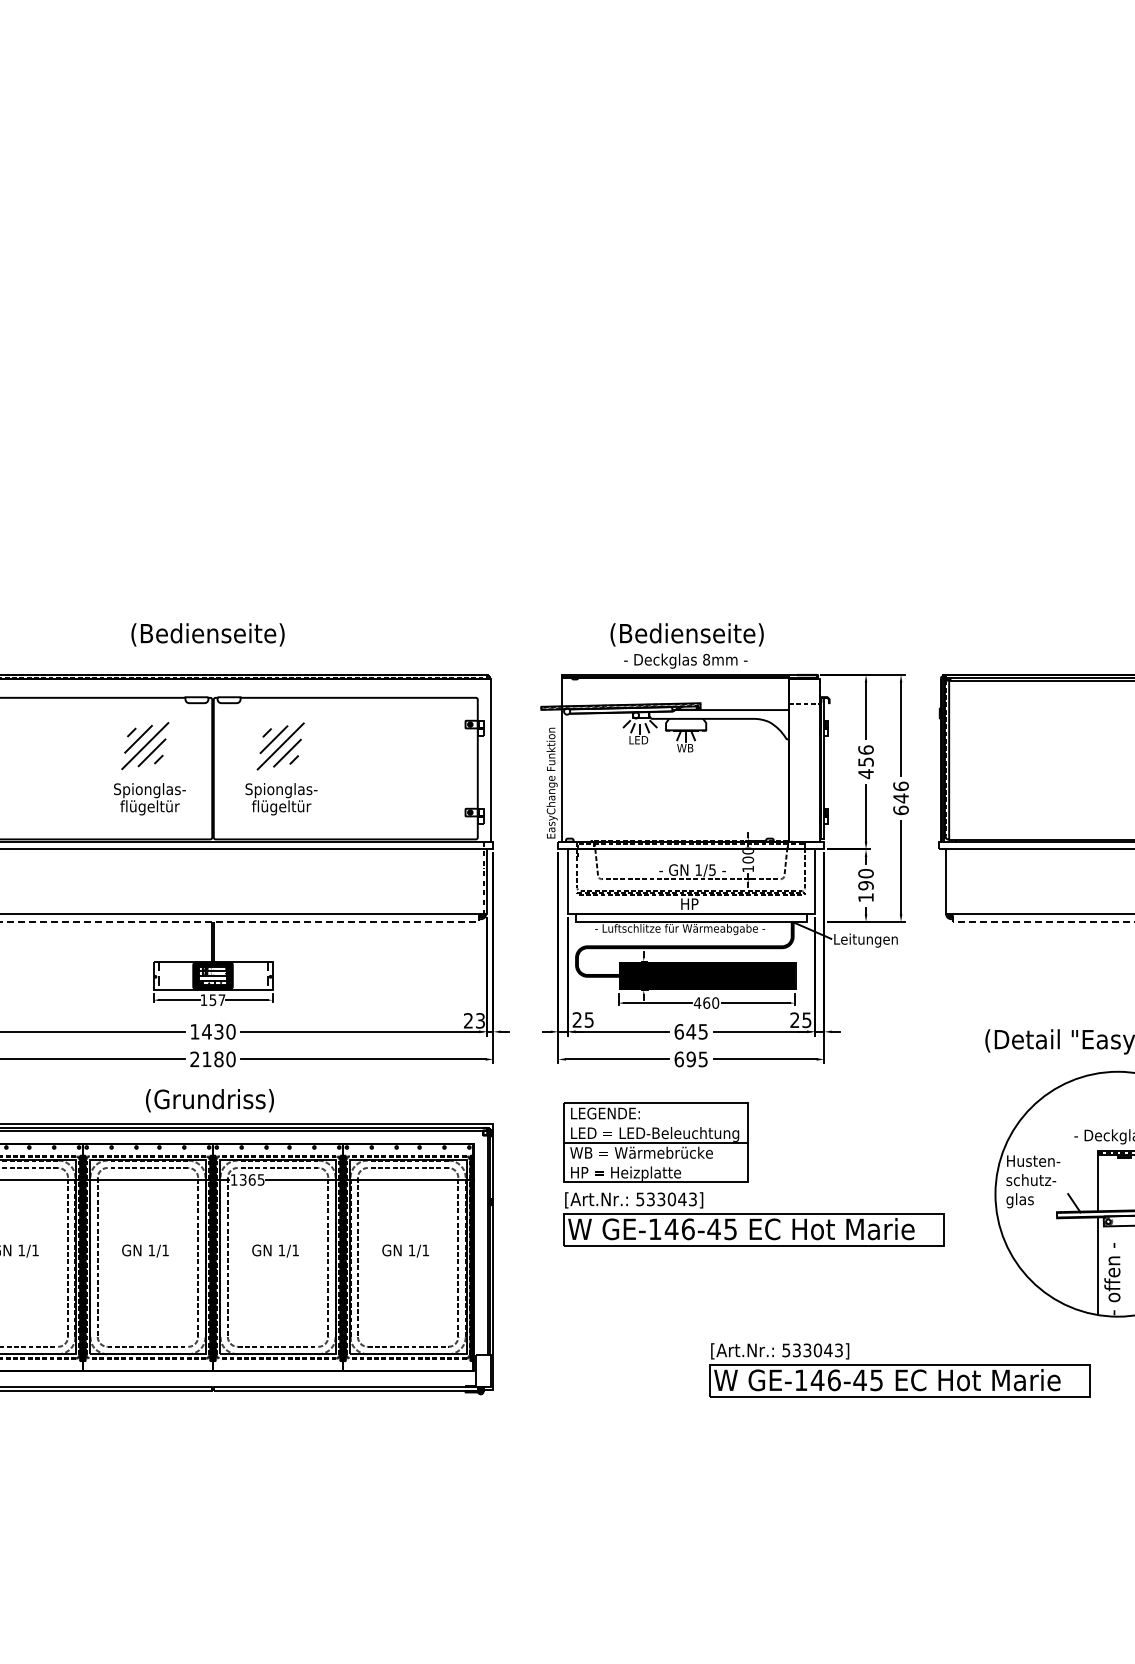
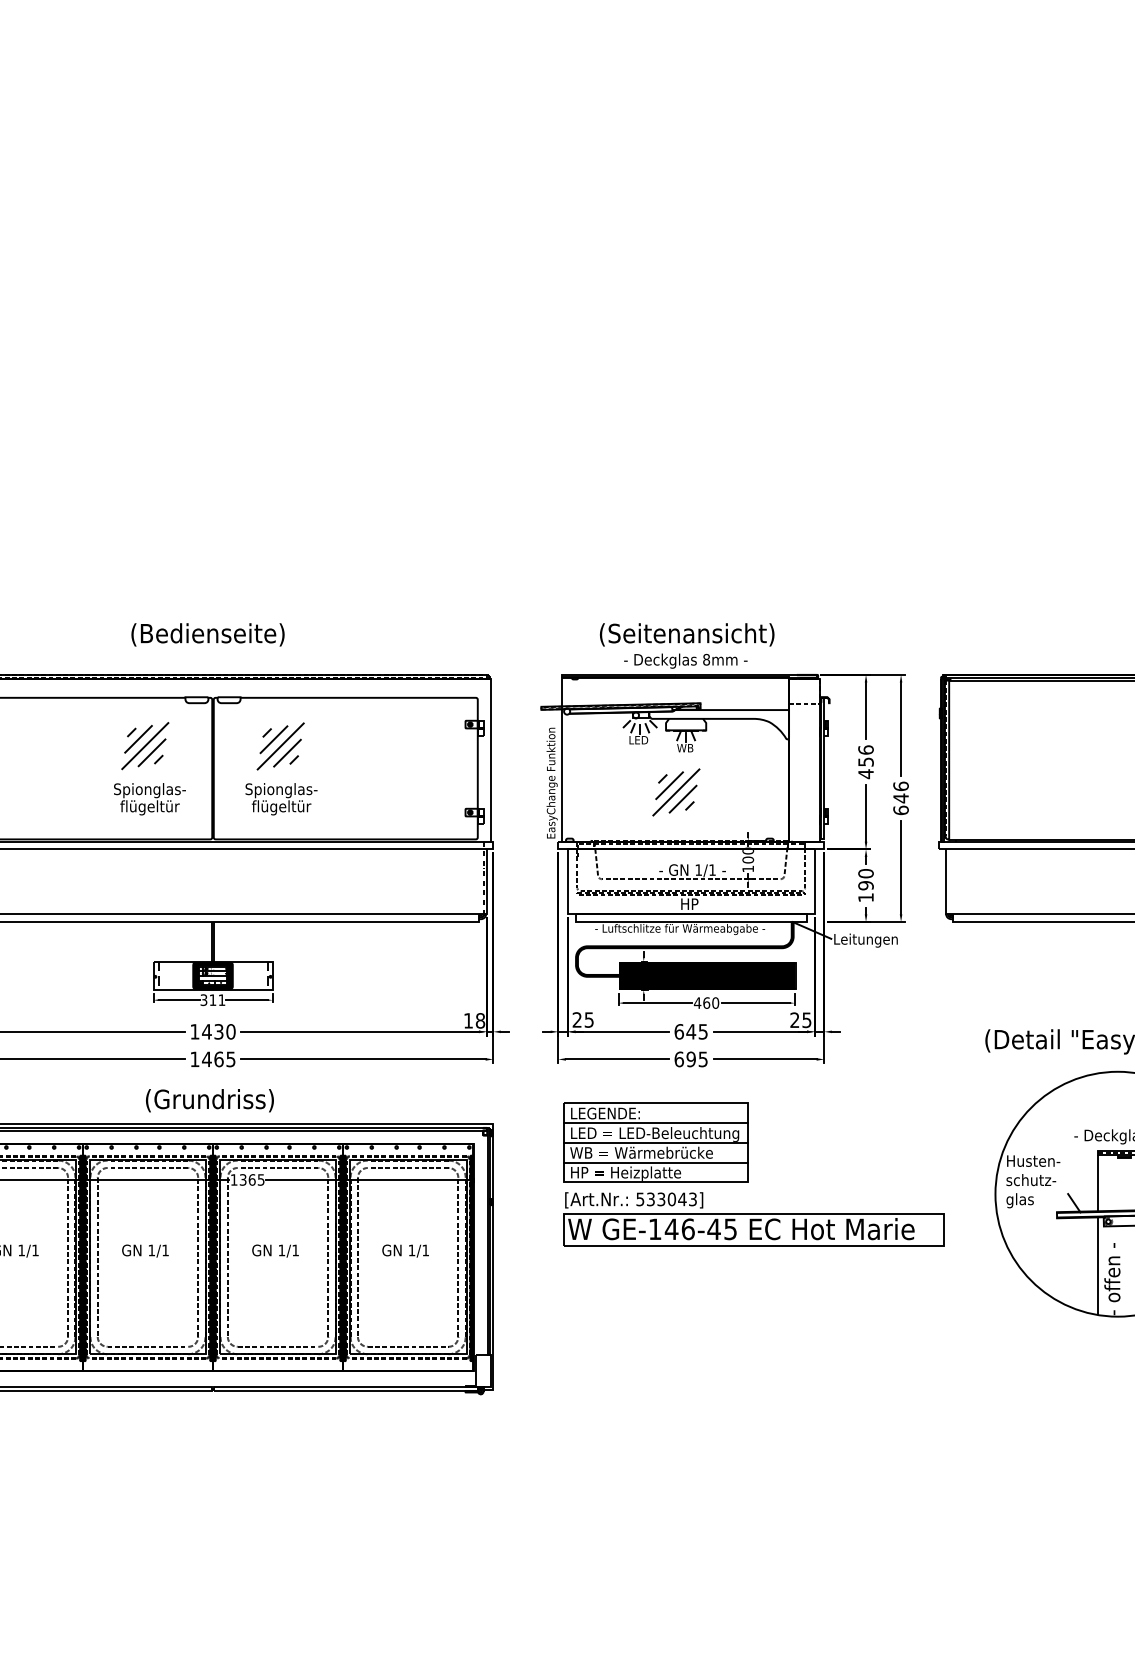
text at (686, 634): (Bedienseite) -> (Seitenansicht)
part at (676, 792): none -> present
text at (712, 869): 1/5 -> 1/1
line at (244, 922): dashed -> solid
line at (1038, 922): dashed -> solid
text at (212, 1000): 157 -> 311
text at (474, 1020): 23 -> 18
text at (212, 1059): 2180 -> 1465
line at (655, 1123): none -> present
line at (655, 1162): none -> present
part at (899, 1370): present -> none
